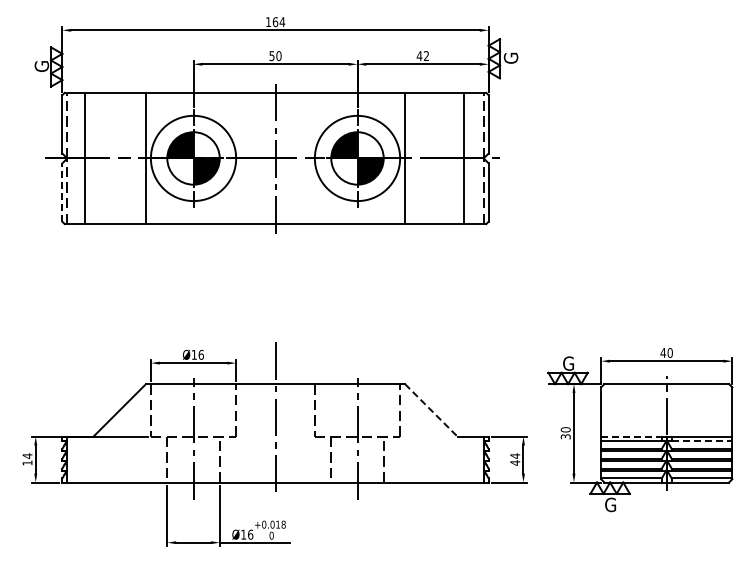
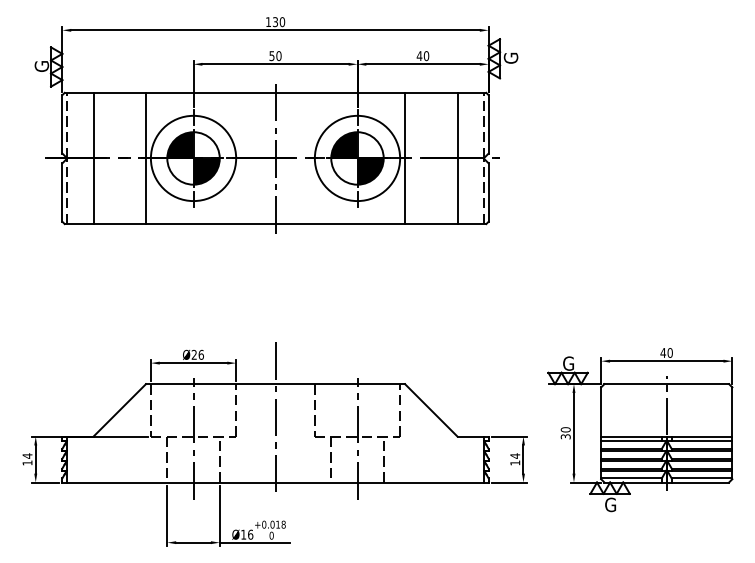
text at (278, 22): 164 -> 130
text at (426, 56): 42 -> 40
line at (84, 158) position: (84, 158) -> (93, 158)
line at (463, 158) position: (463, 158) -> (457, 158)
line at (62, 192): dashed -> solid
text at (193, 354): Ø16 -> Ø26
line at (431, 410): dashed -> solid
line at (632, 436): dashed -> solid
line at (702, 441): dashed -> solid
text at (515, 462): 44 -> 14
